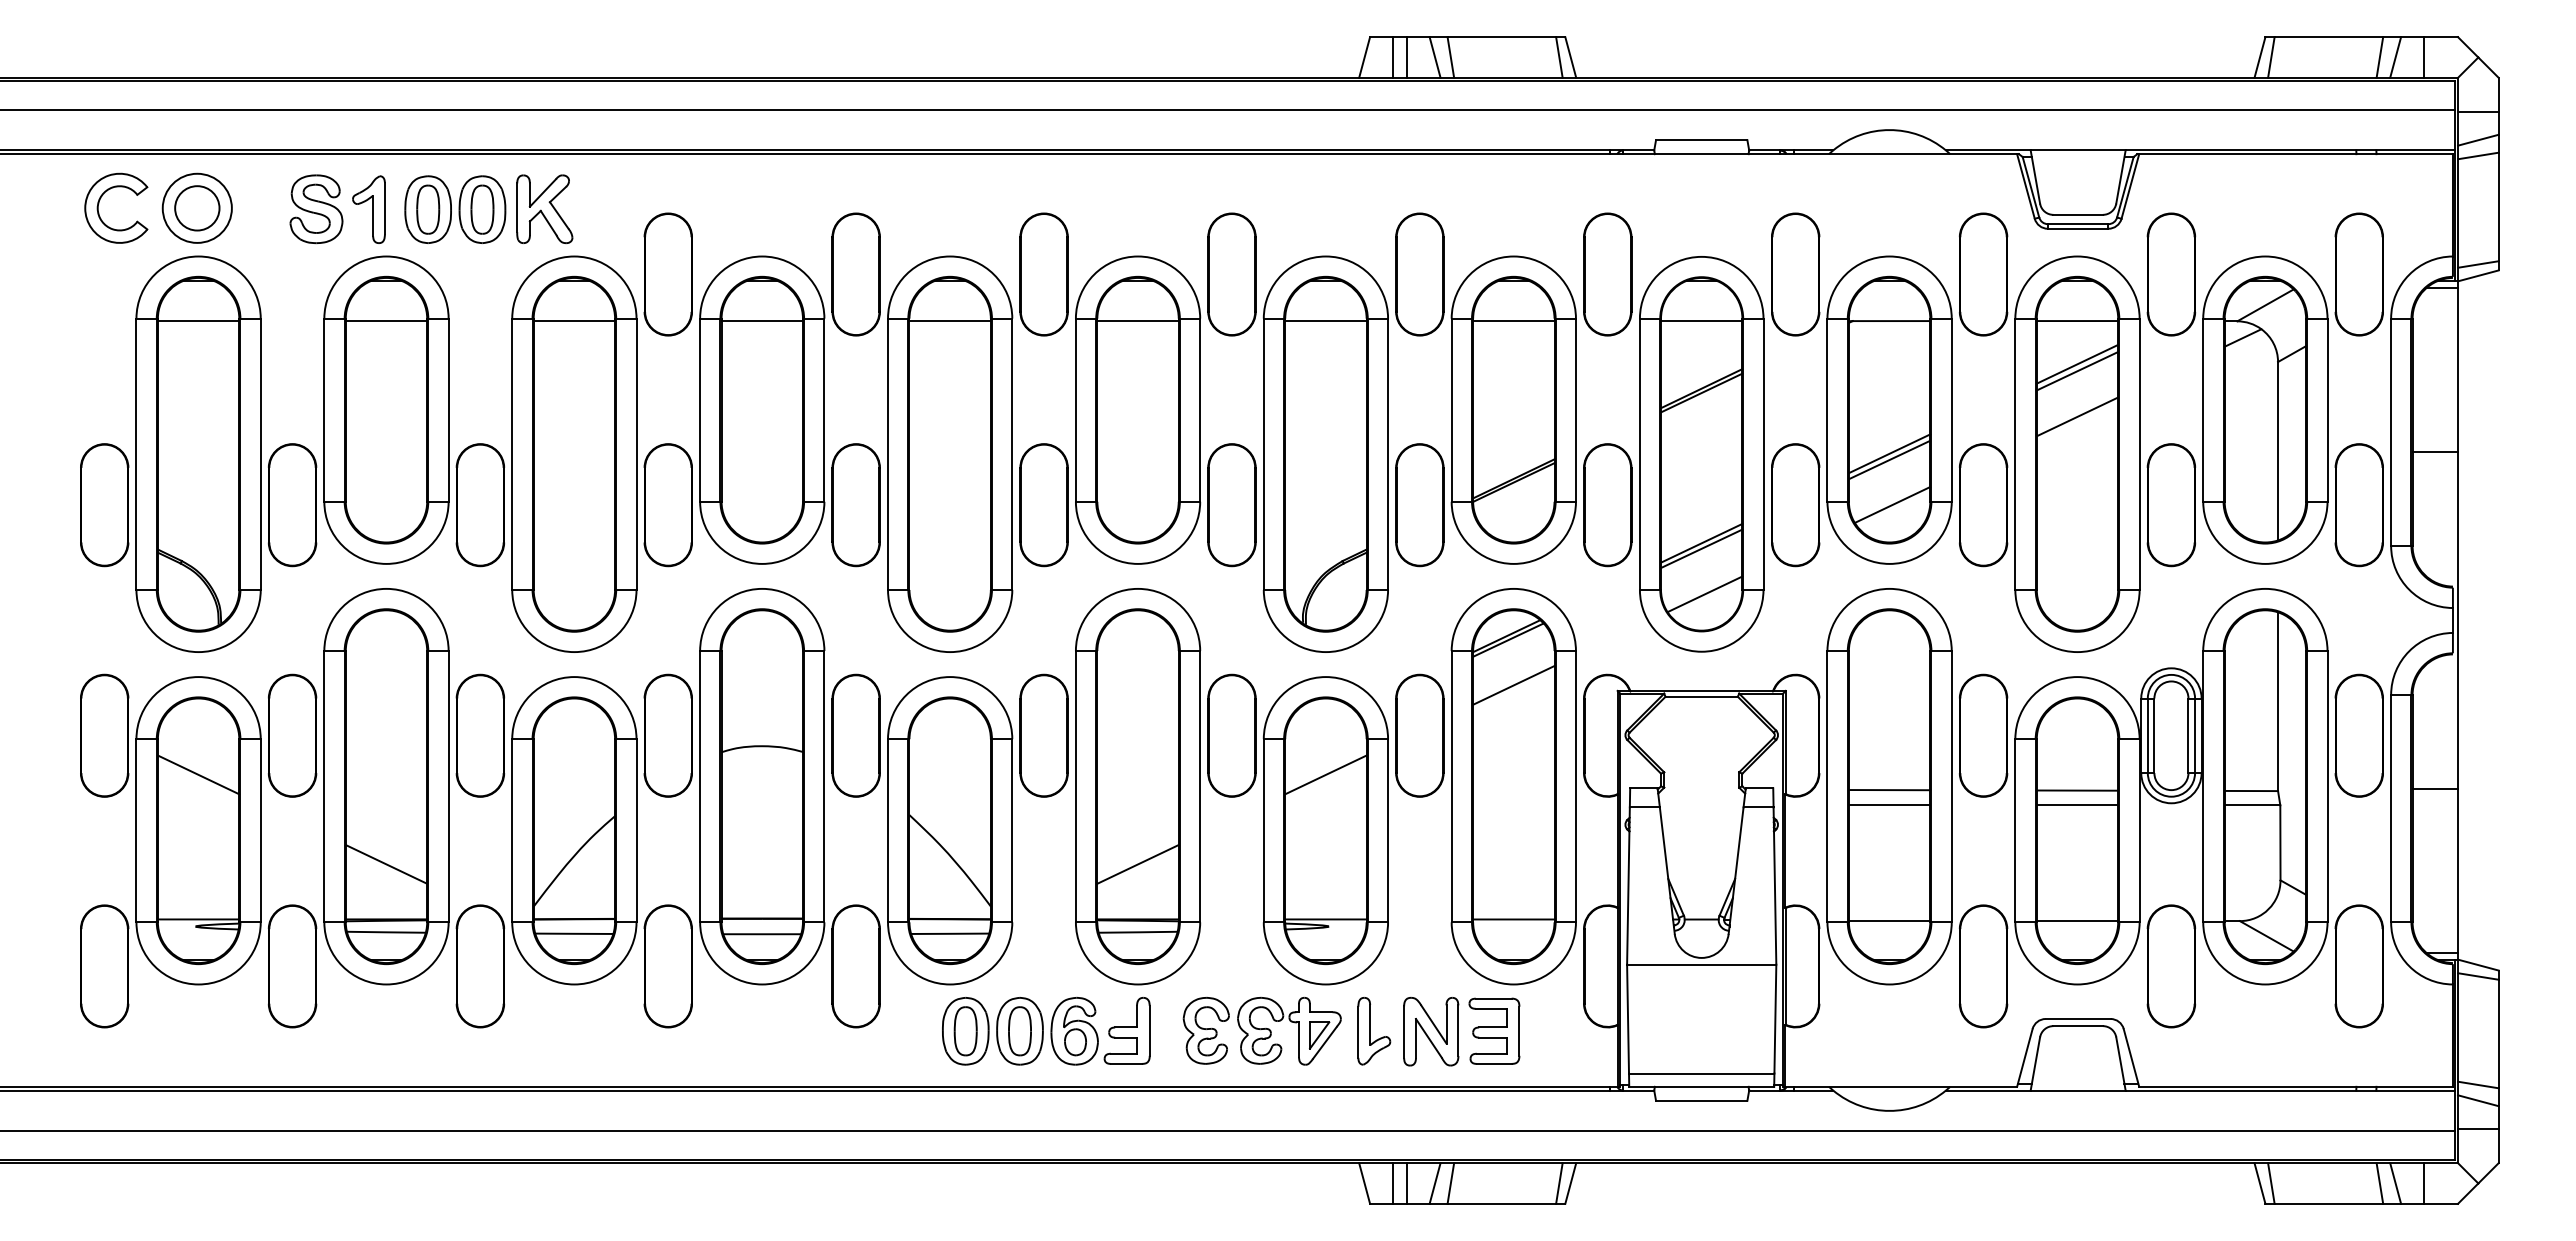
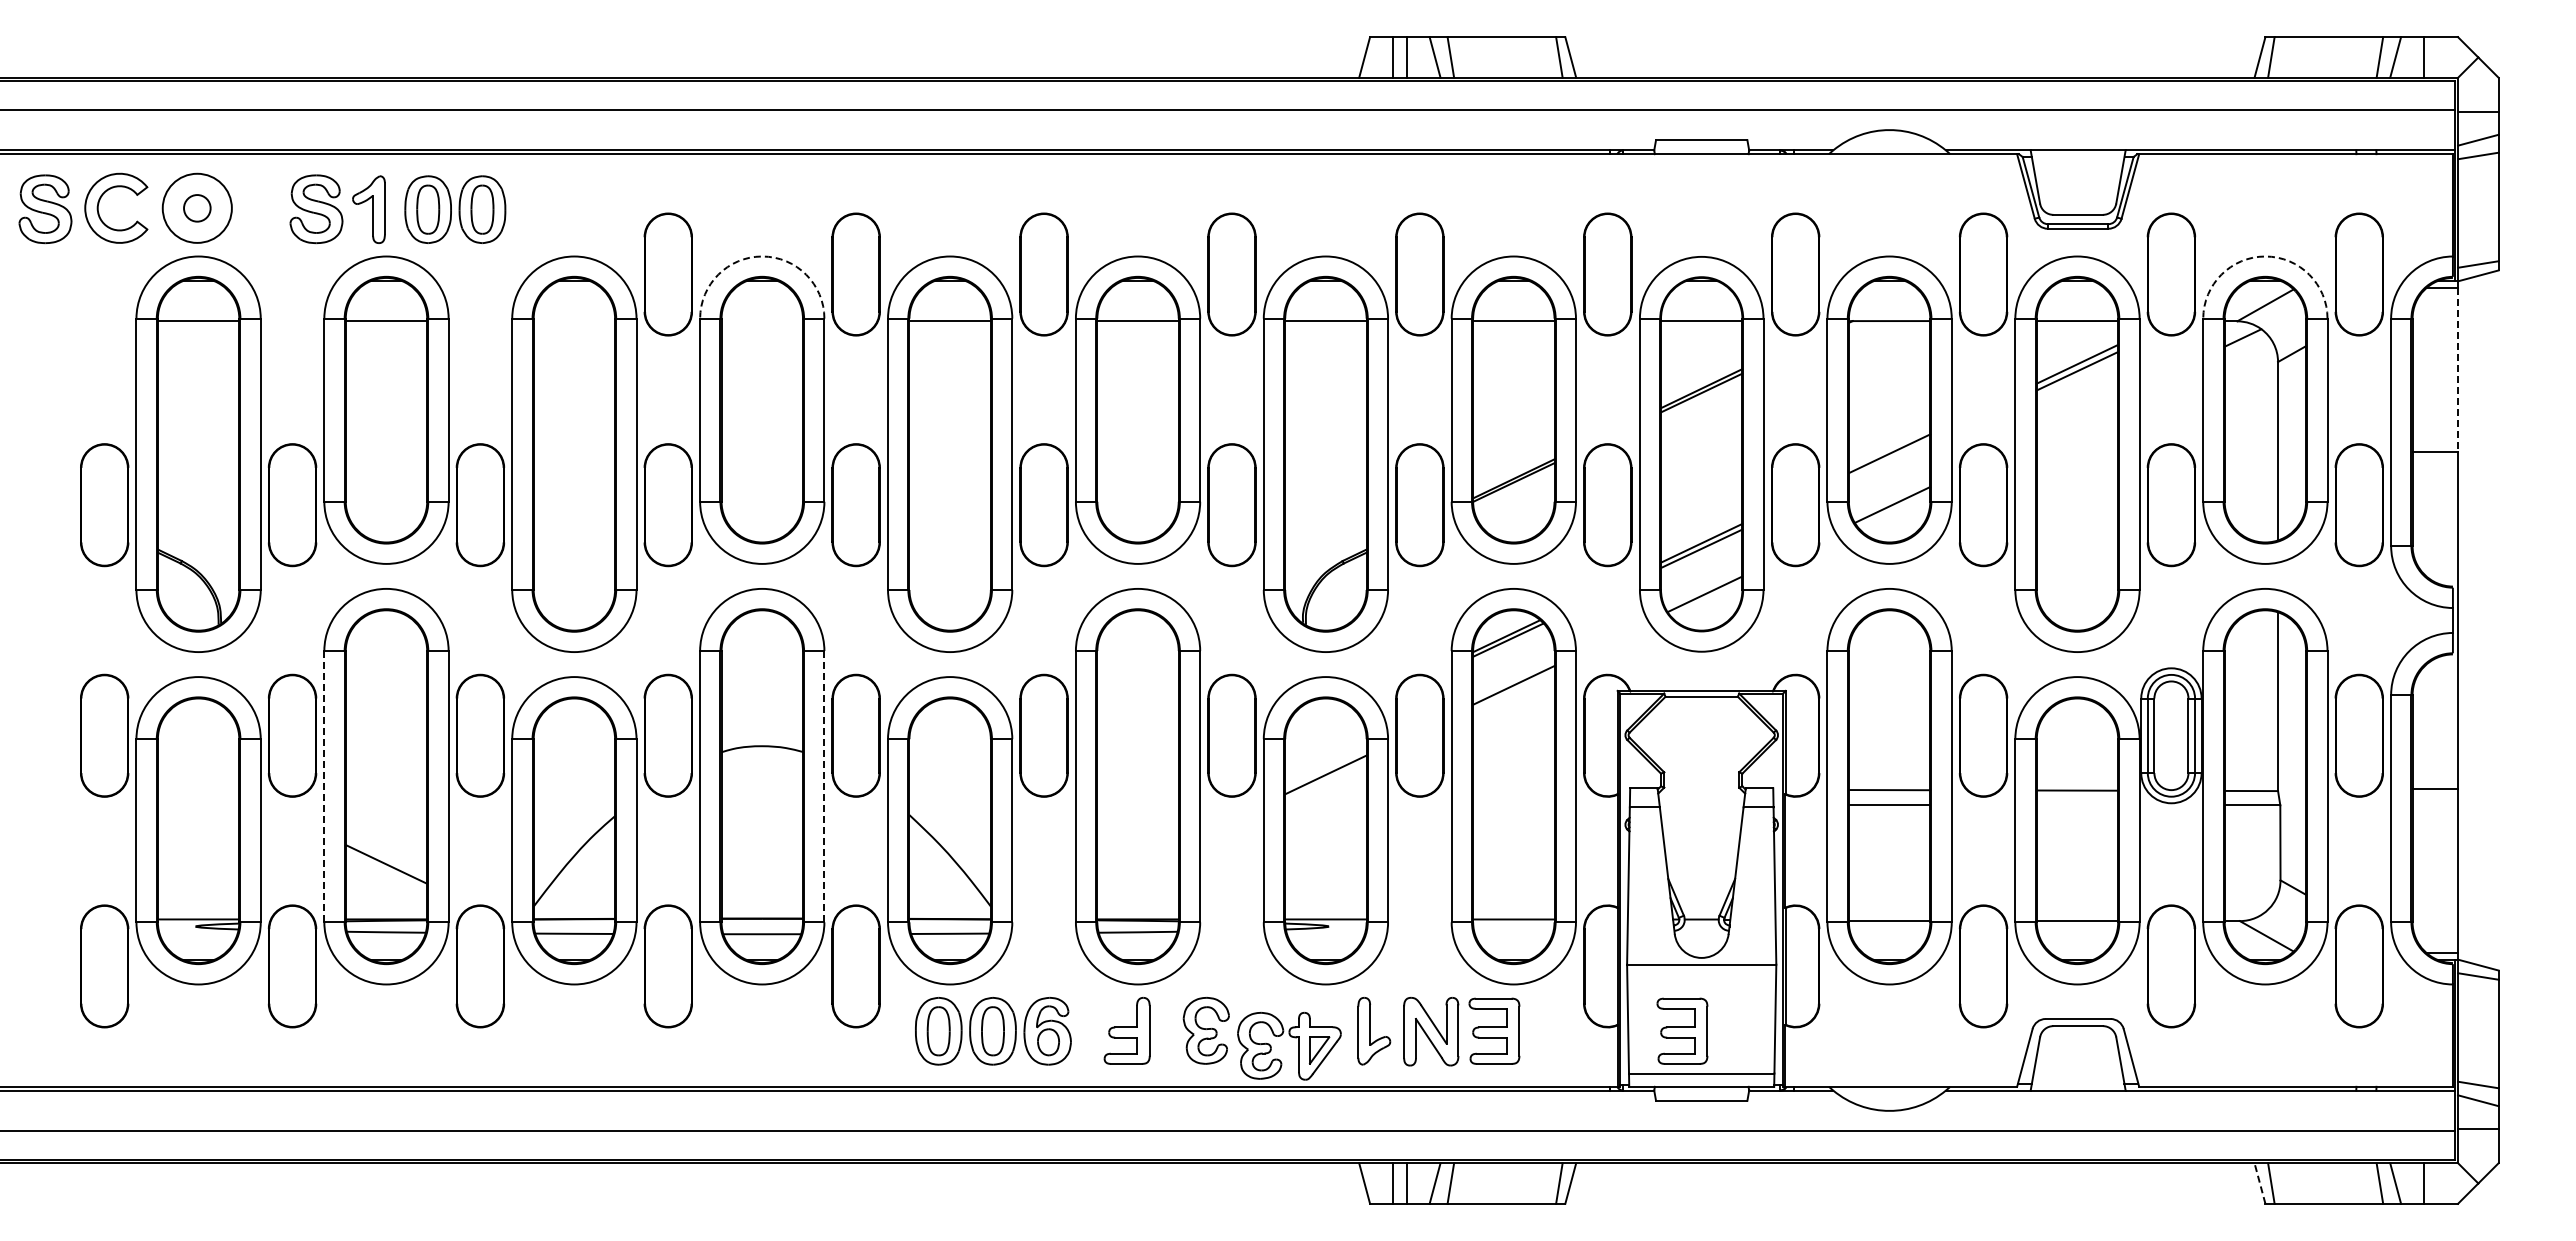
circle at (197, 208) diameter: 44 px -> 27 px
part at (544, 208): present -> none
part at (45, 209): none -> present
arc at (762, 256): solid -> dashed
arc at (2265, 256): solid -> dashed
line at (574, 321): present -> none
line at (761, 321): present -> none
line at (2458, 370): solid -> dashed
line at (2077, 416): present -> none
line at (1889, 459): present -> none
line at (198, 774): present -> none
line at (324, 786): solid -> dashed
line at (824, 786): solid -> dashed
line at (2077, 805): present -> none
line at (1137, 864): present -> none
part at (1682, 1030): none -> present
part at (1020, 1031) position: (1020, 1031) -> (993, 1031)
part at (1298, 1031) position: (1298, 1031) -> (1298, 1046)
line at (2259, 1183): solid -> dashed
